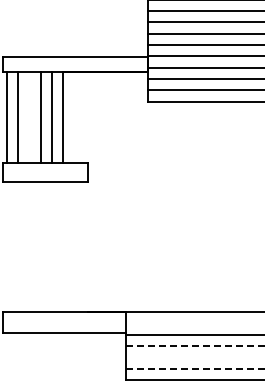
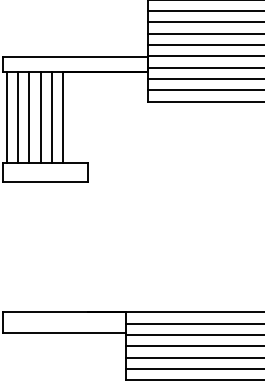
line at (29, 117): none -> present
line at (193, 323): none -> present
line at (195, 346): dashed -> solid
line at (193, 357): none -> present
line at (195, 369): dashed -> solid
